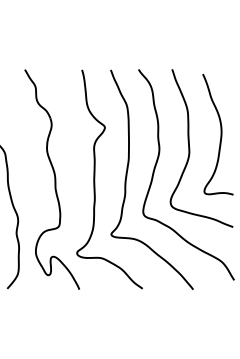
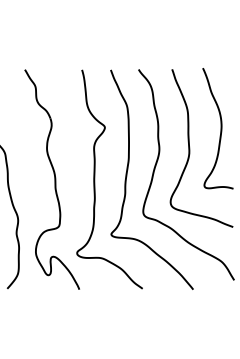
curve at (220, 134) position: (220, 134) -> (220, 128)
